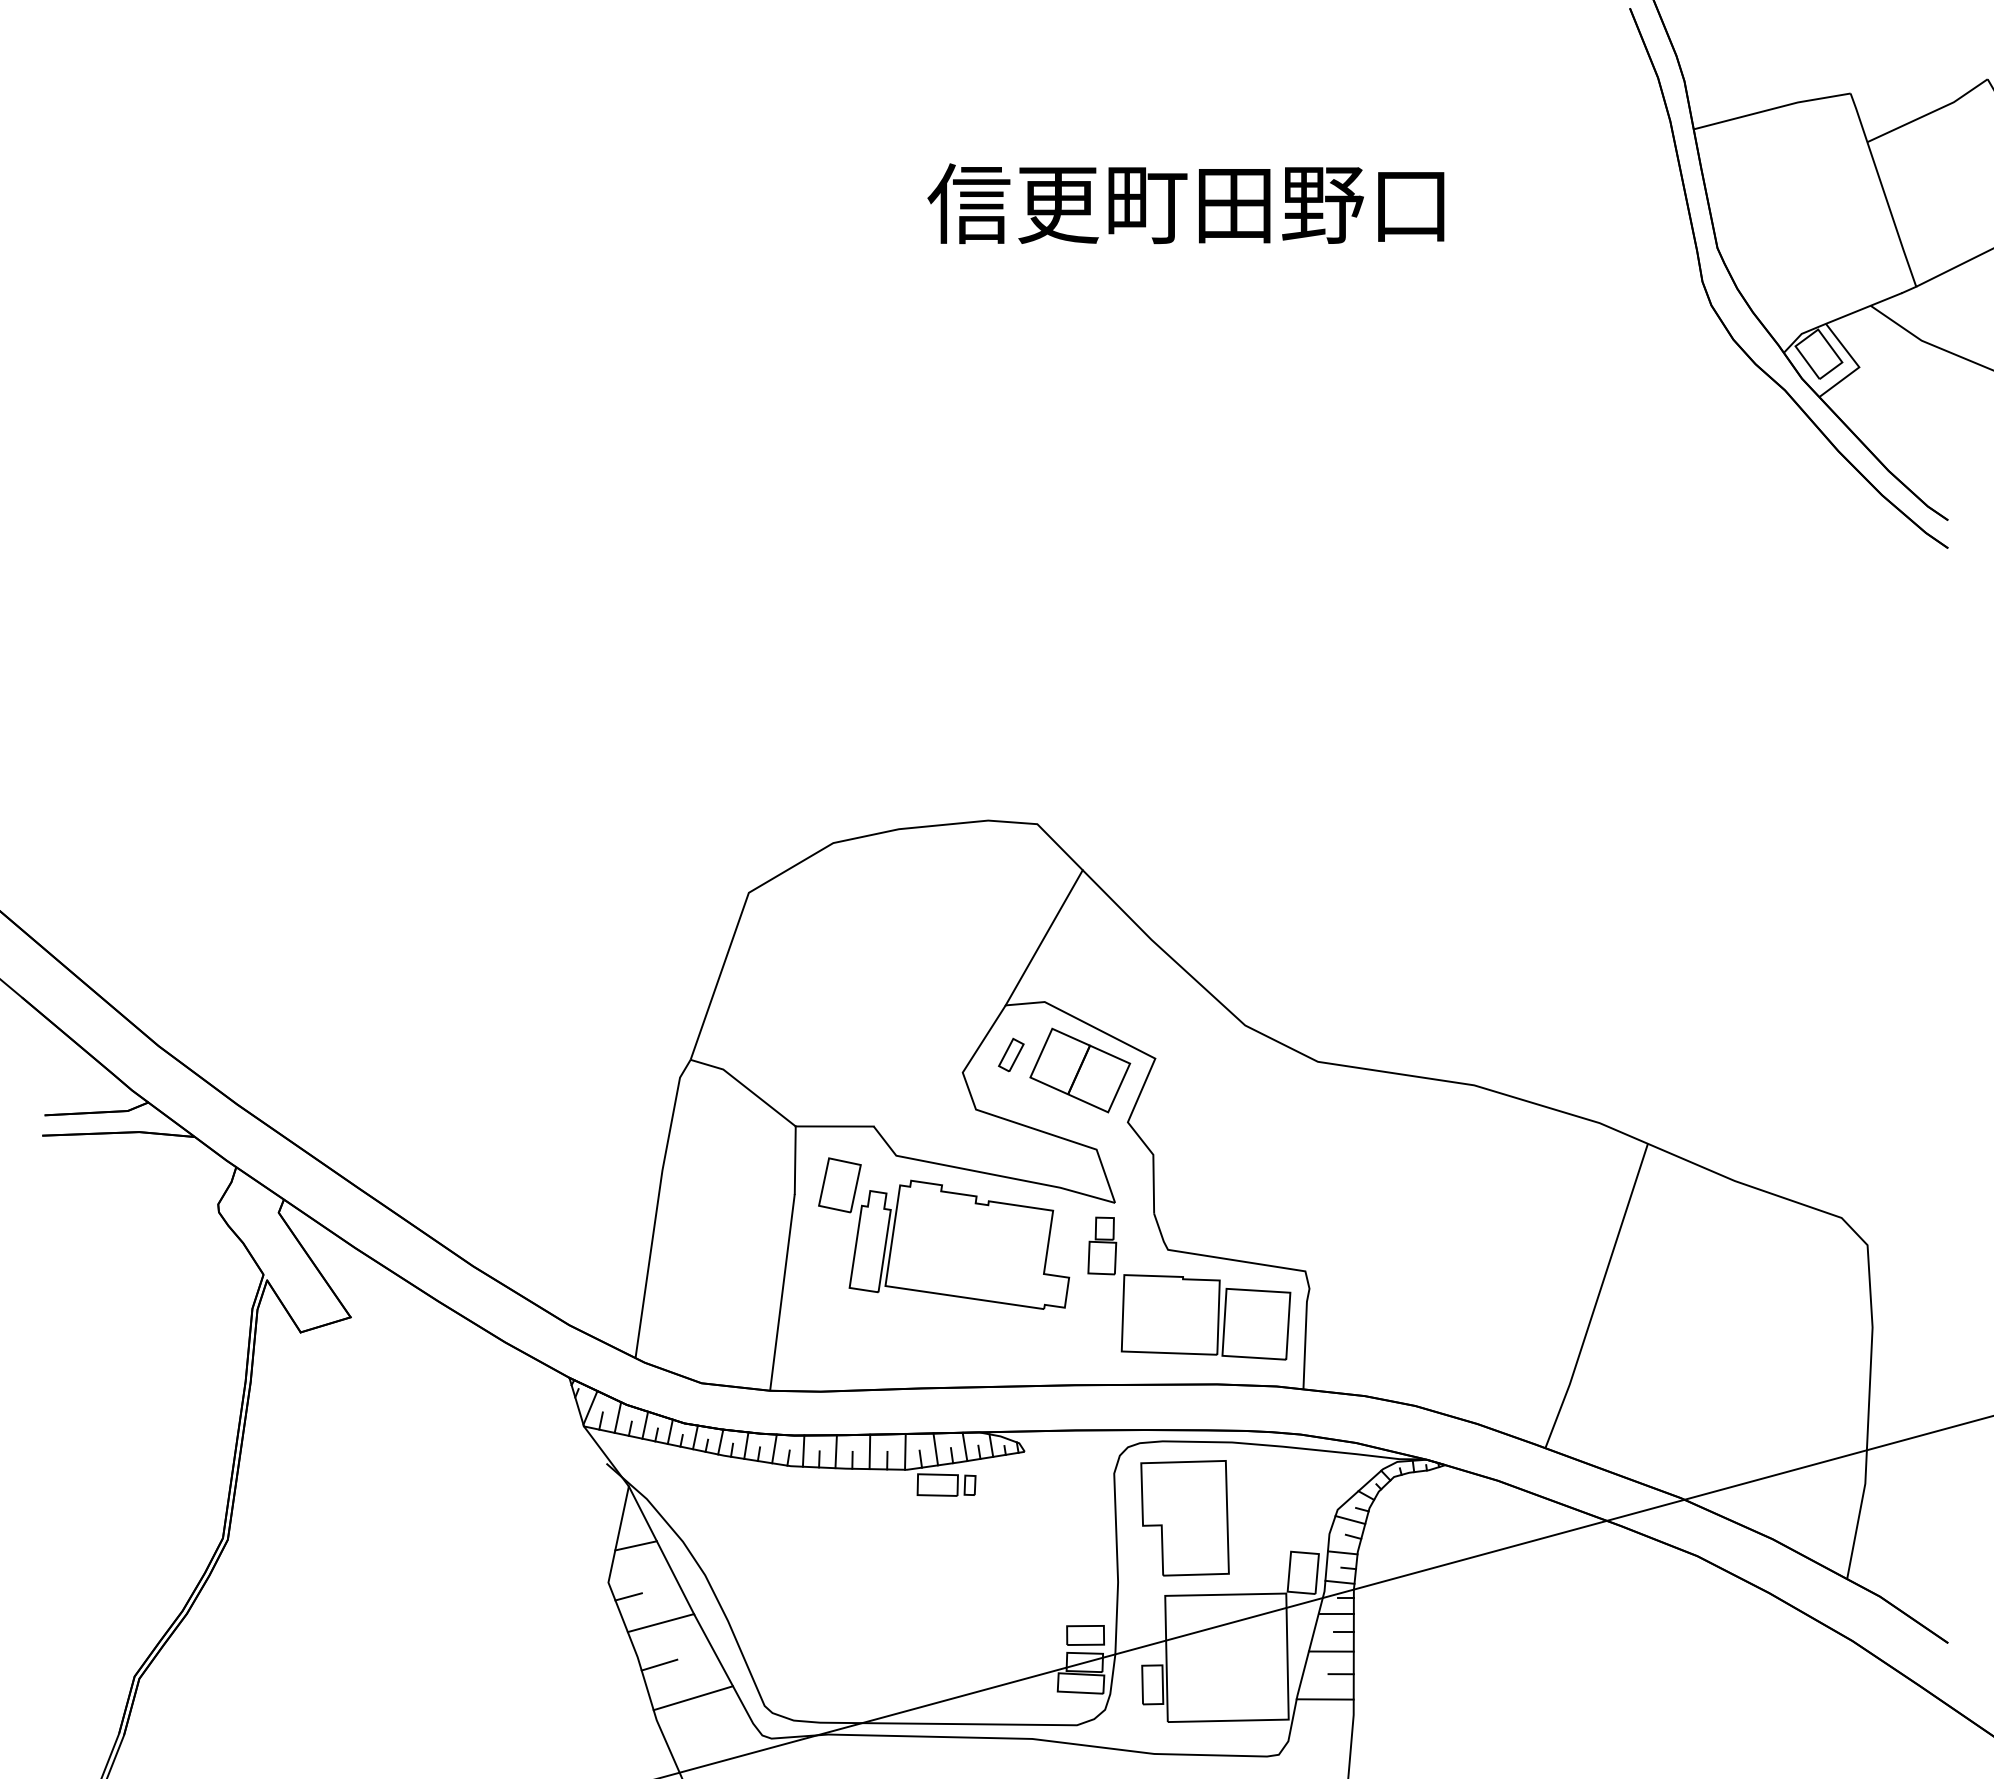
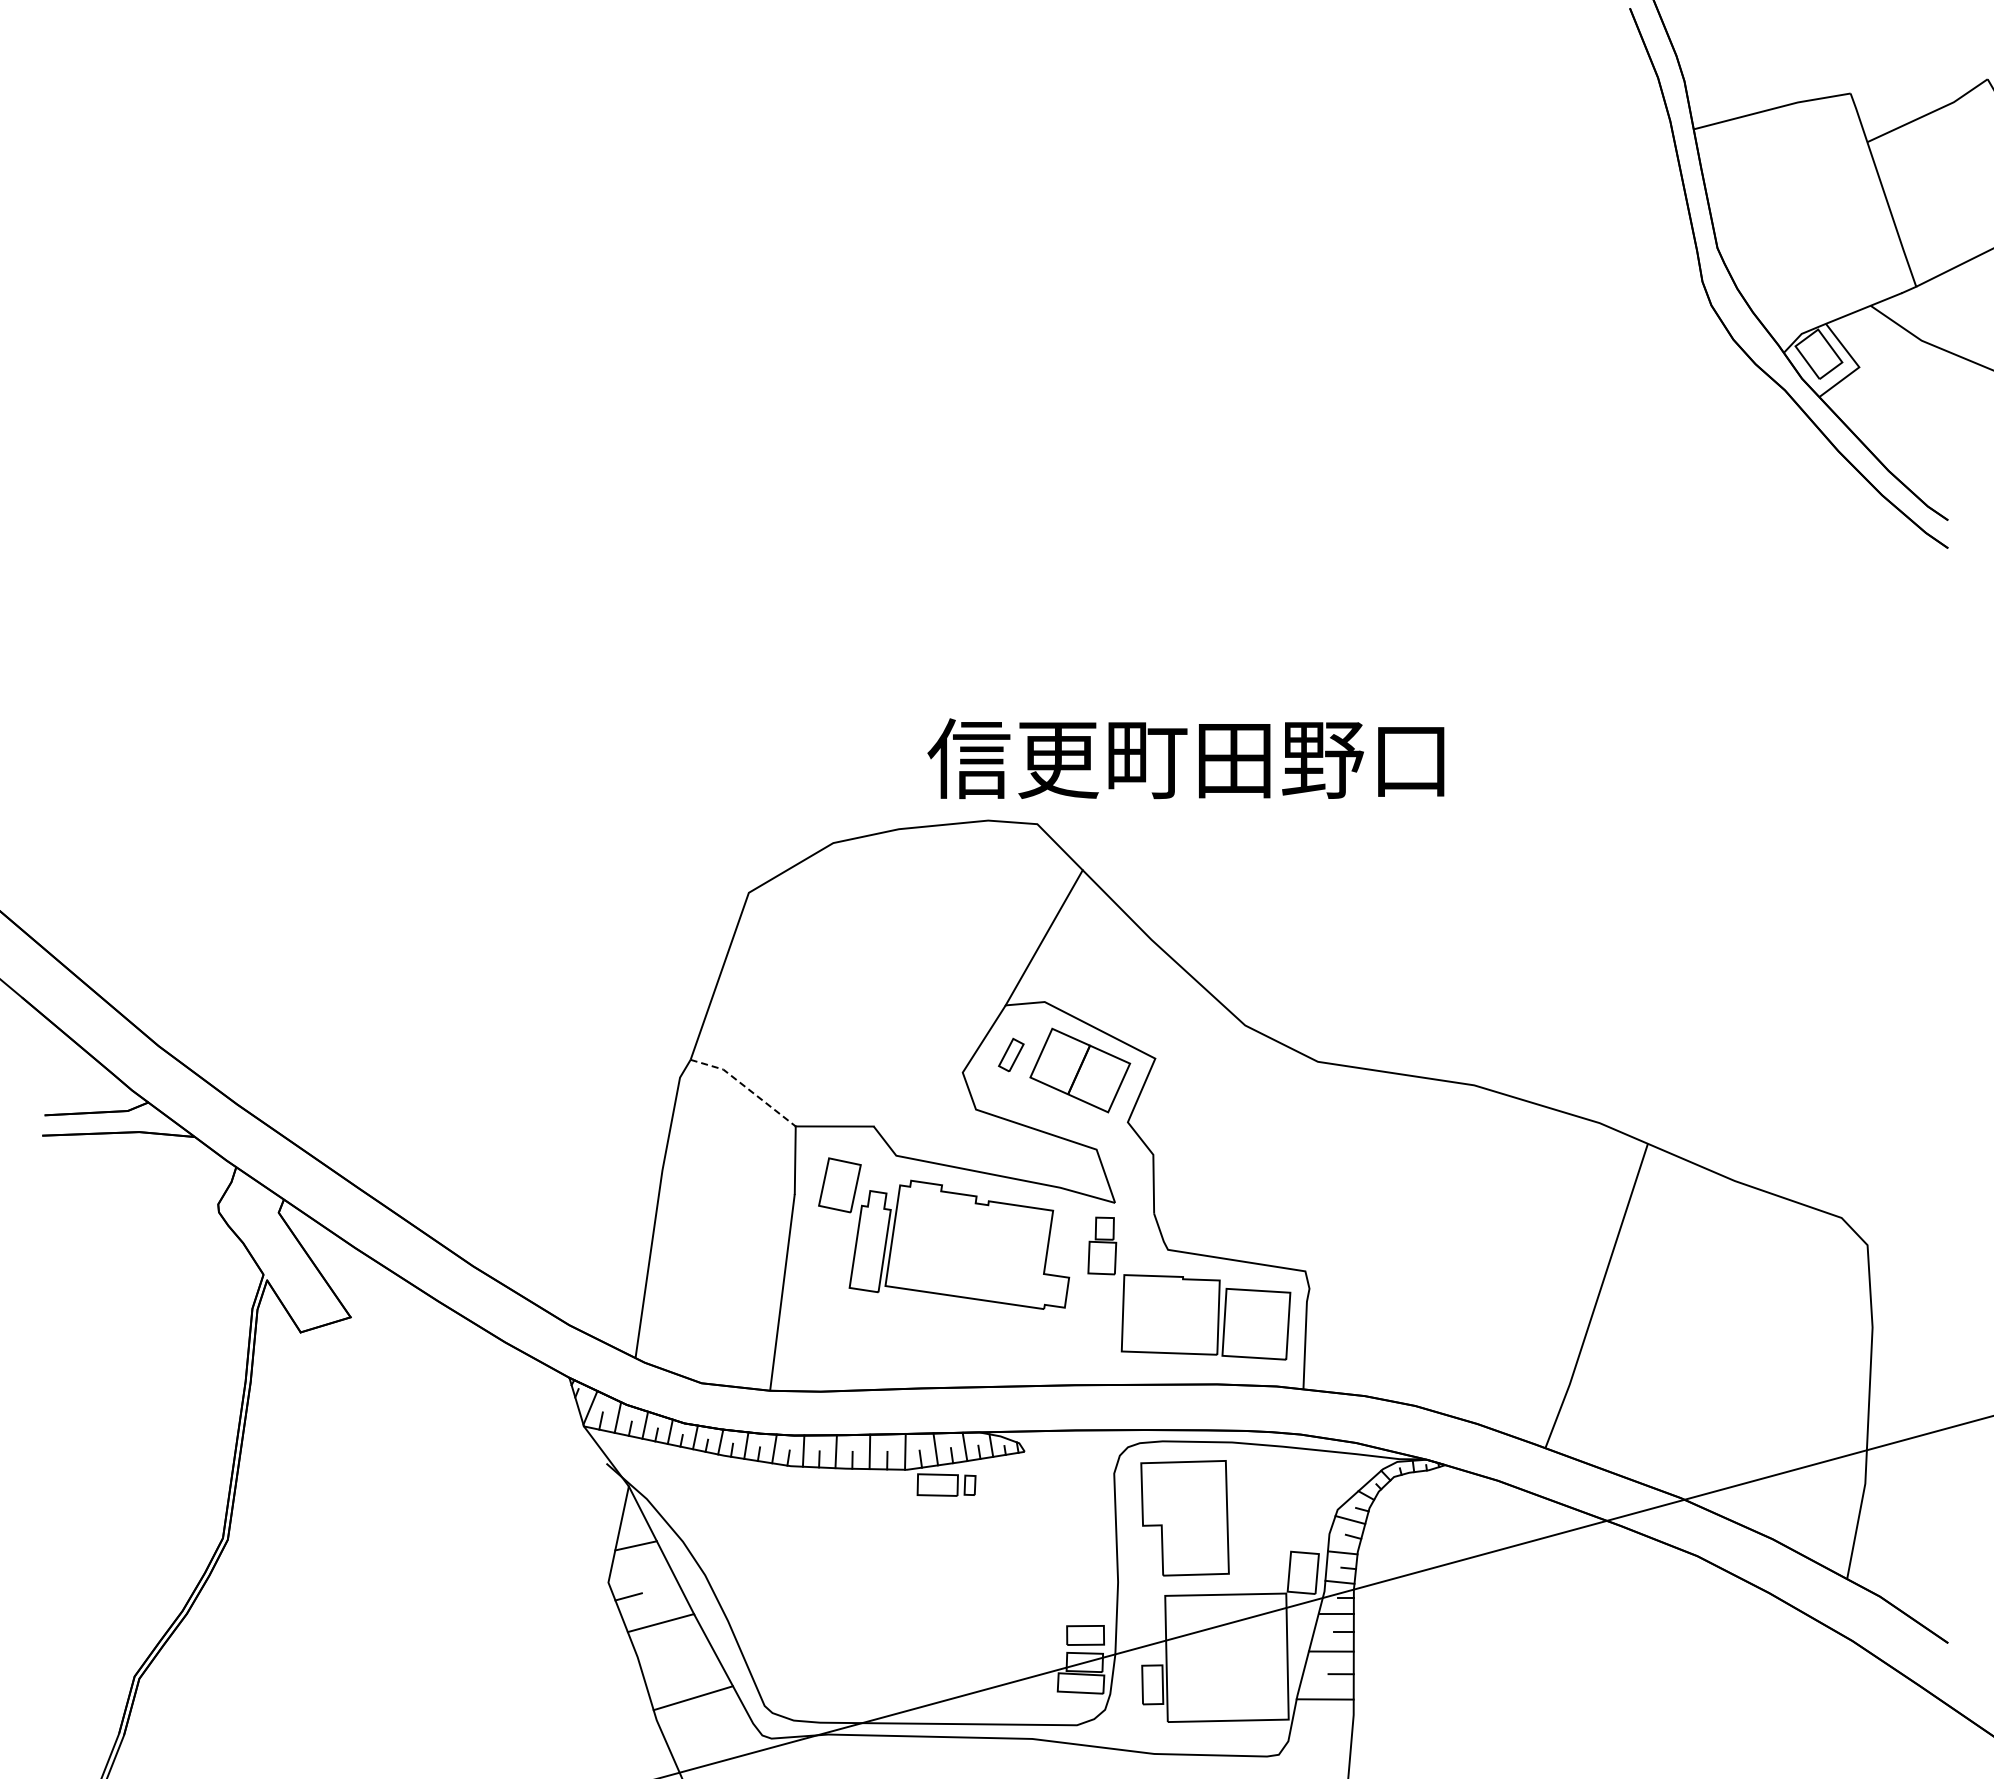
text at (1185, 203) position: (1185, 203) -> (1185, 758)
line at (745, 1087): solid -> dashed
line at (659, 1664): present -> none
